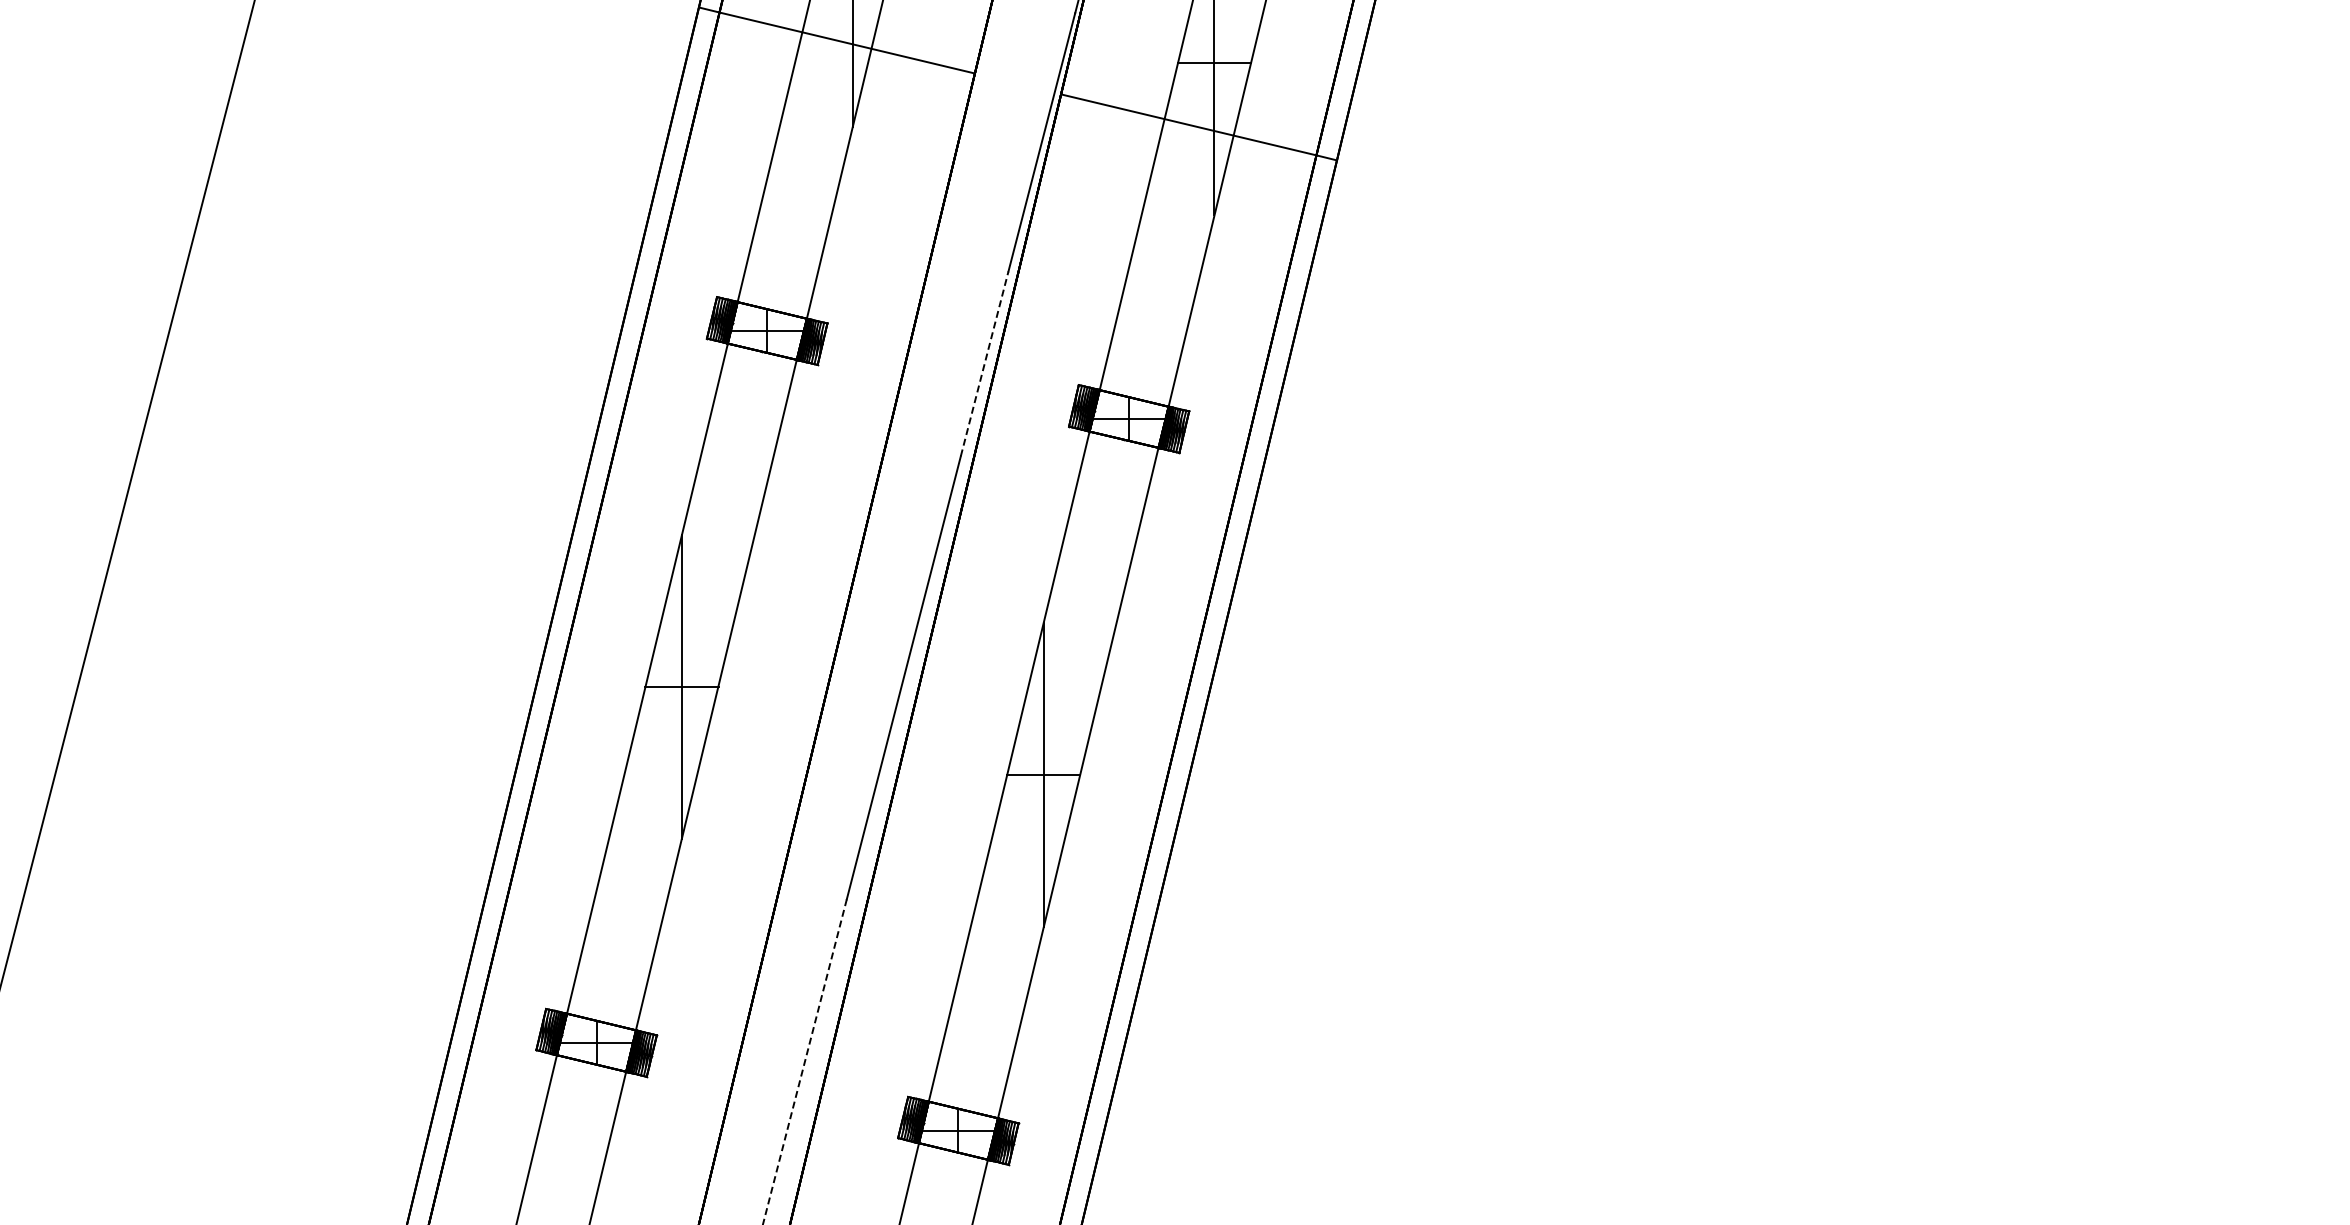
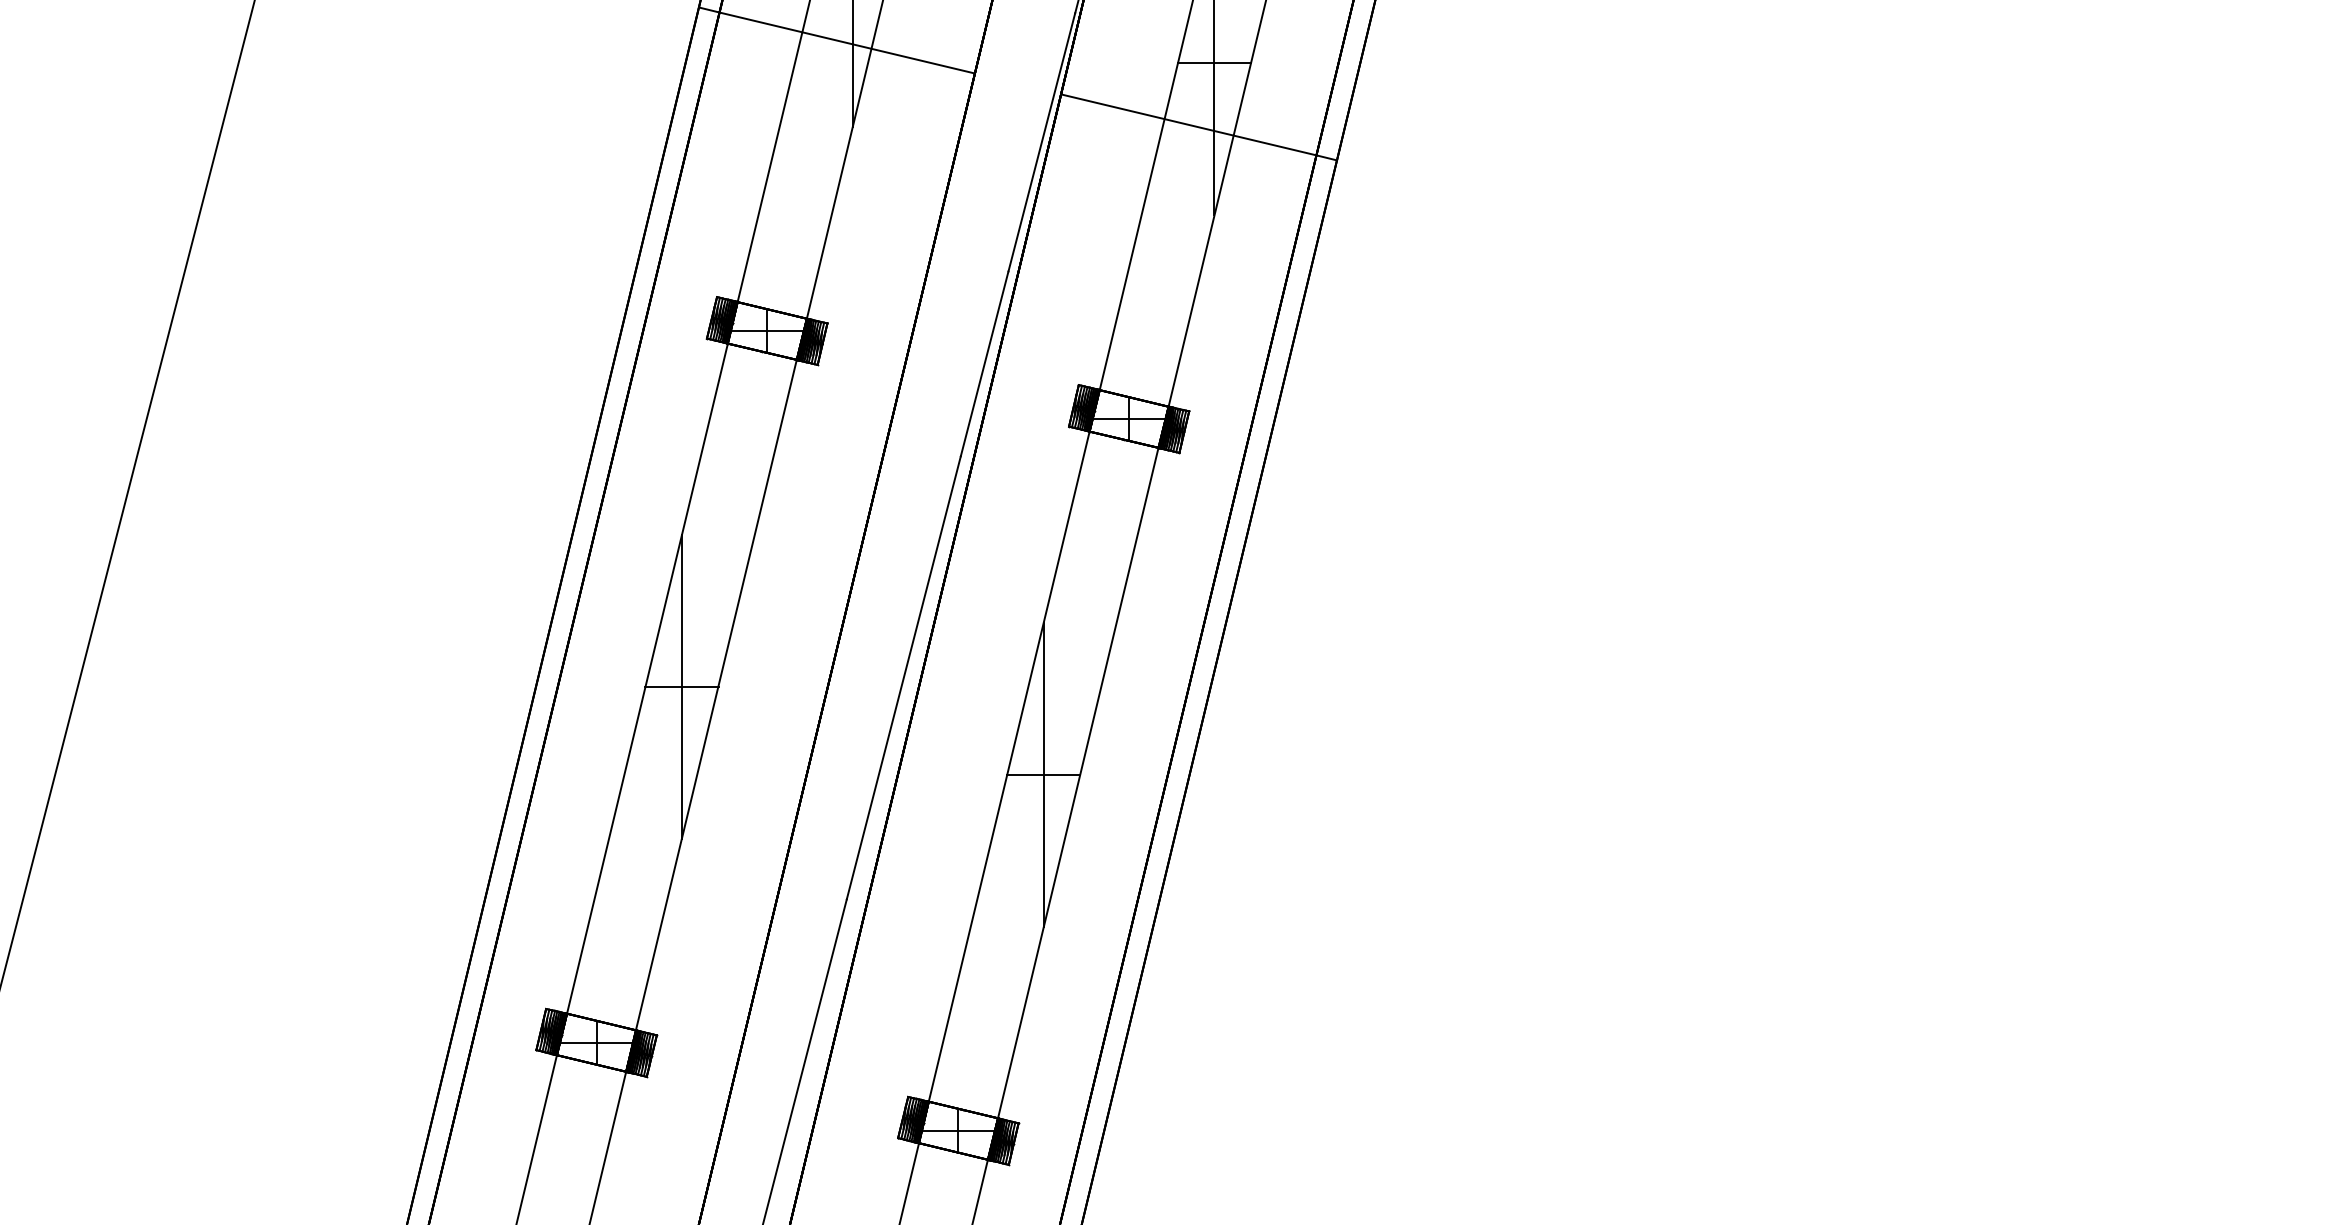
line at (984, 363): dashed -> solid
line at (804, 1062): dashed -> solid
